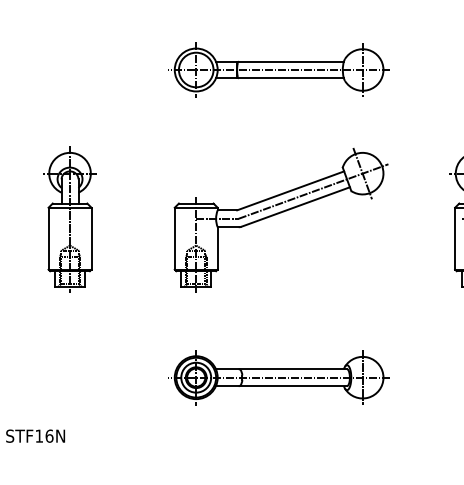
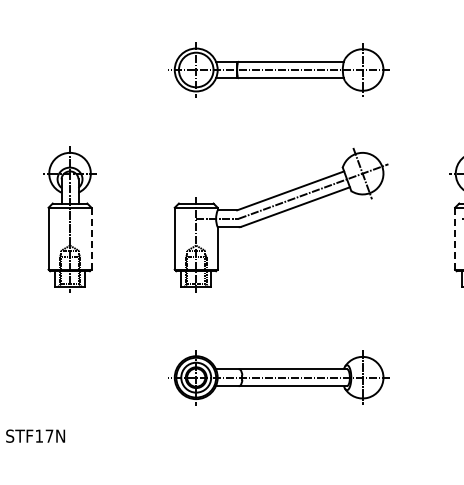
line at (91, 238): solid -> dashed
line at (455, 238): solid -> dashed
text at (49, 435): STF16N -> STF17N
